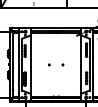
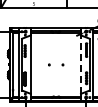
line at (81, 64): solid -> dashed
